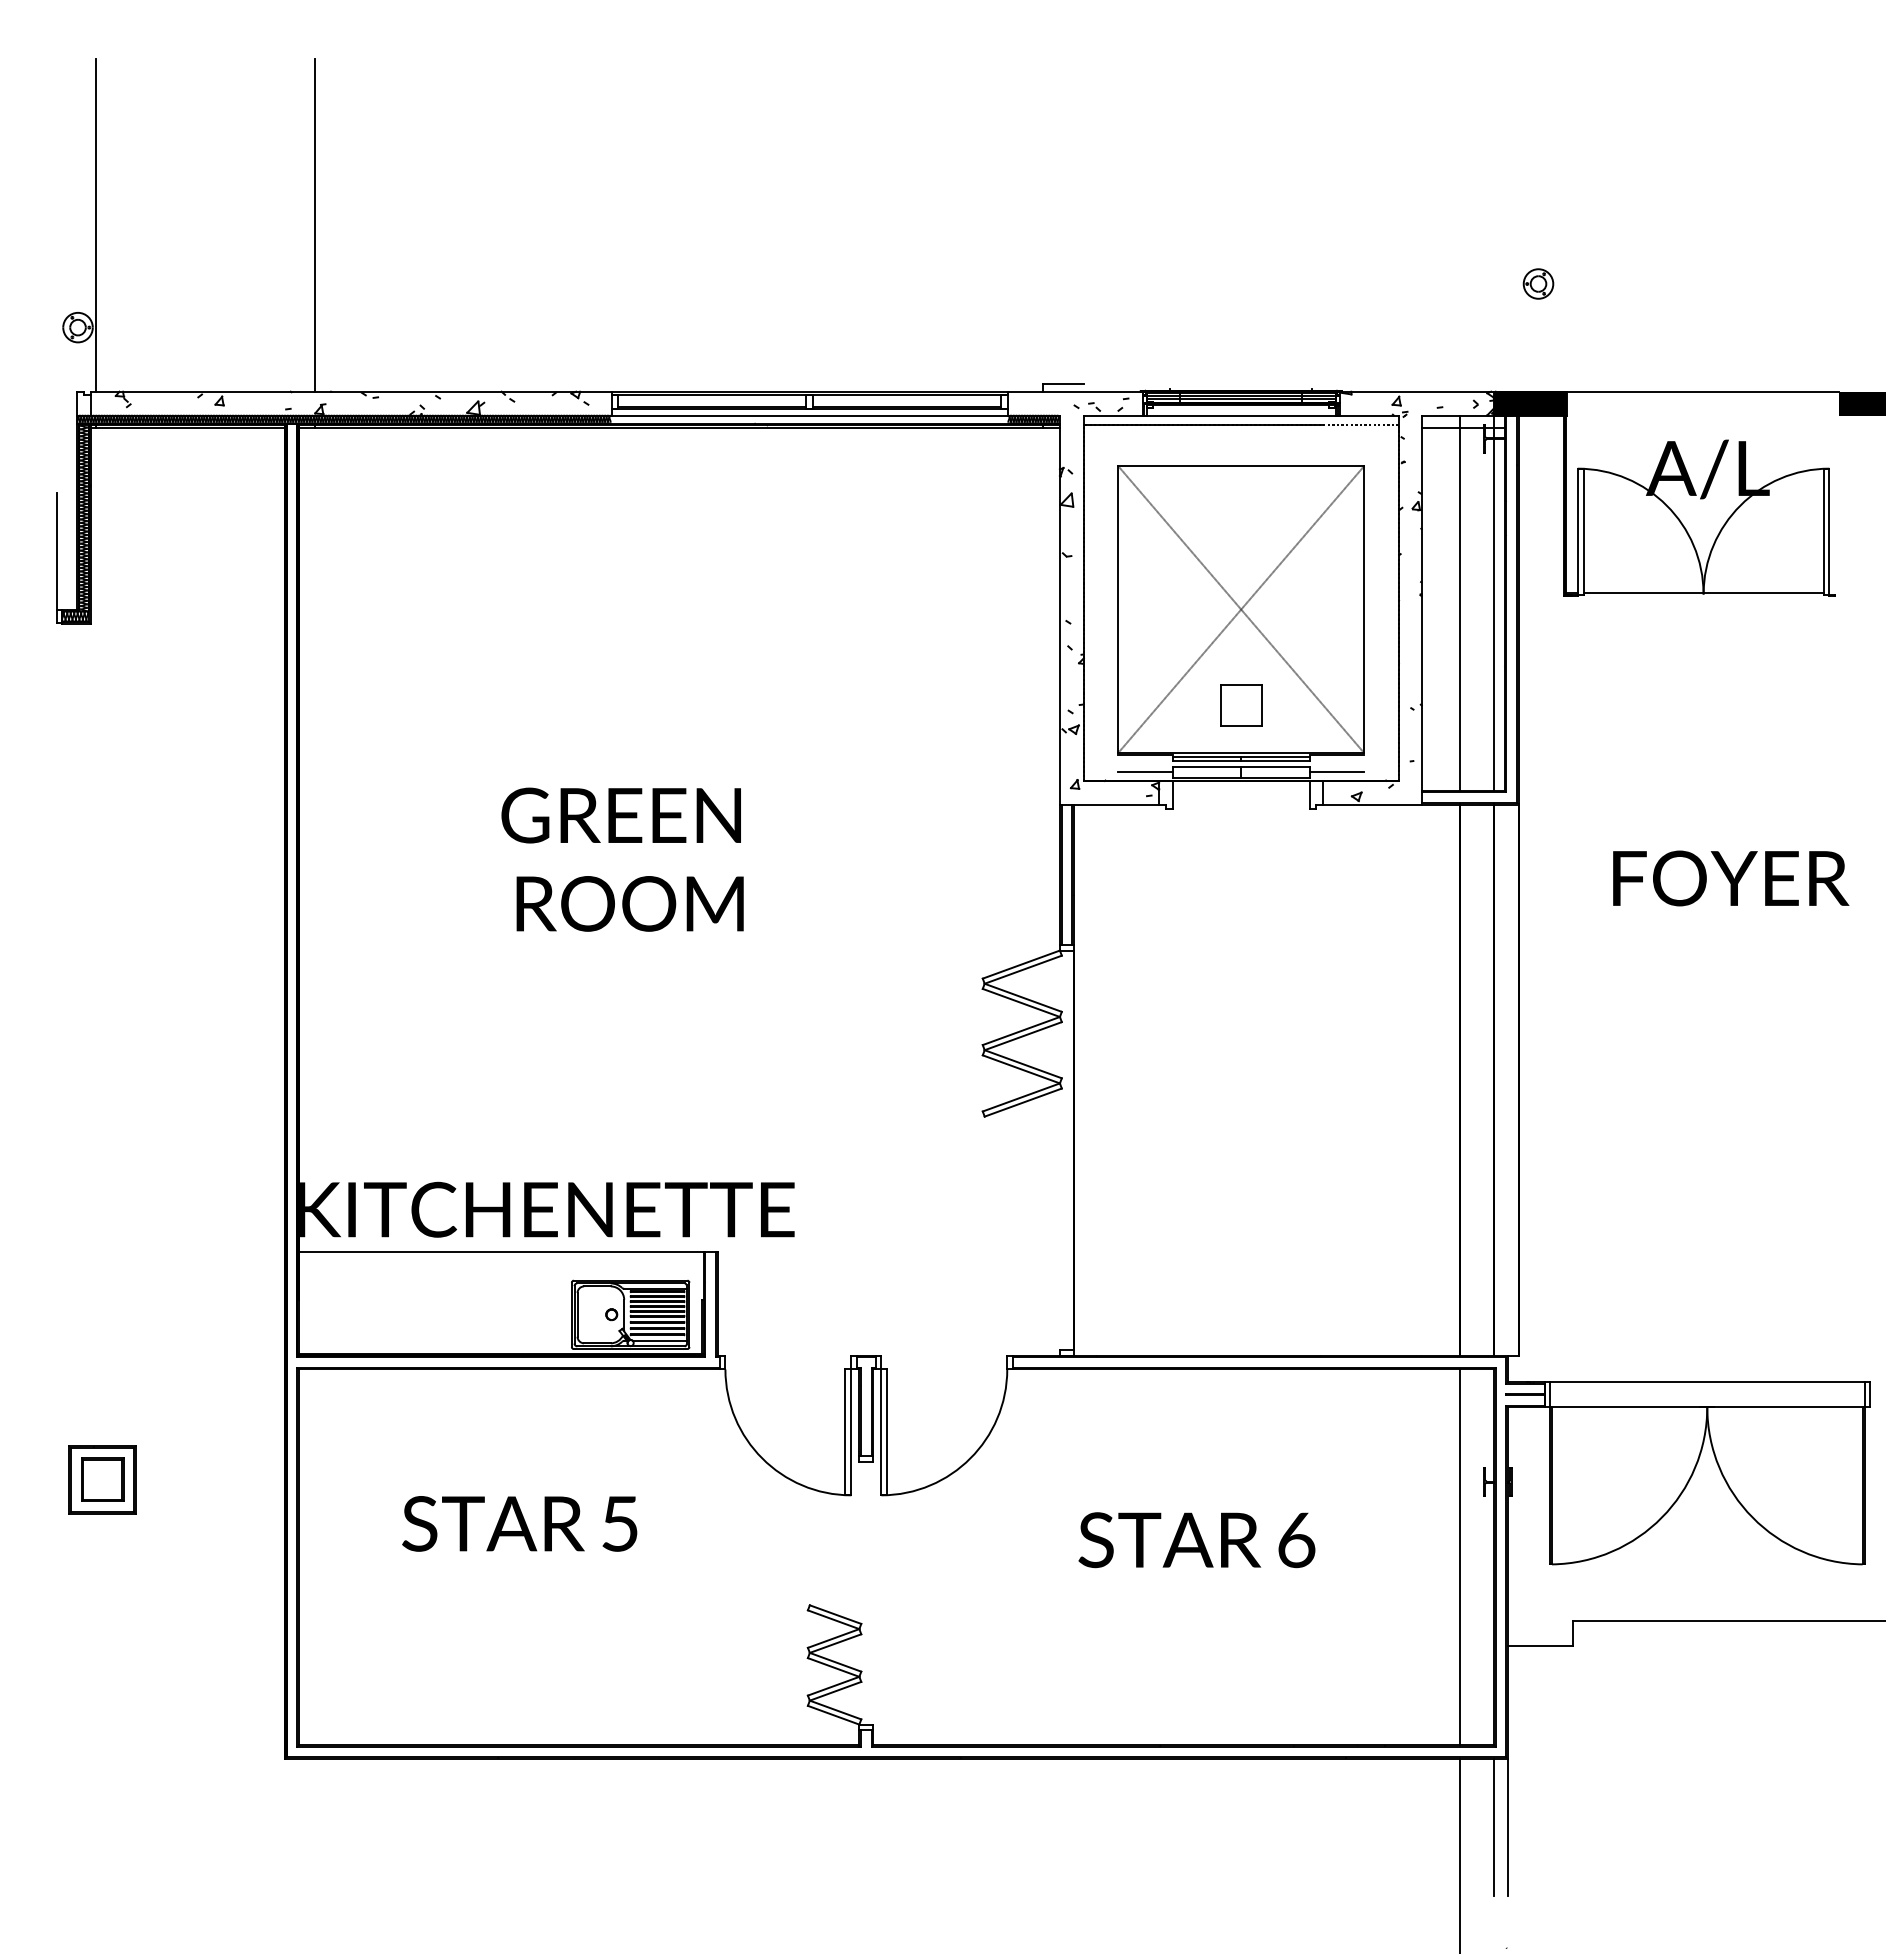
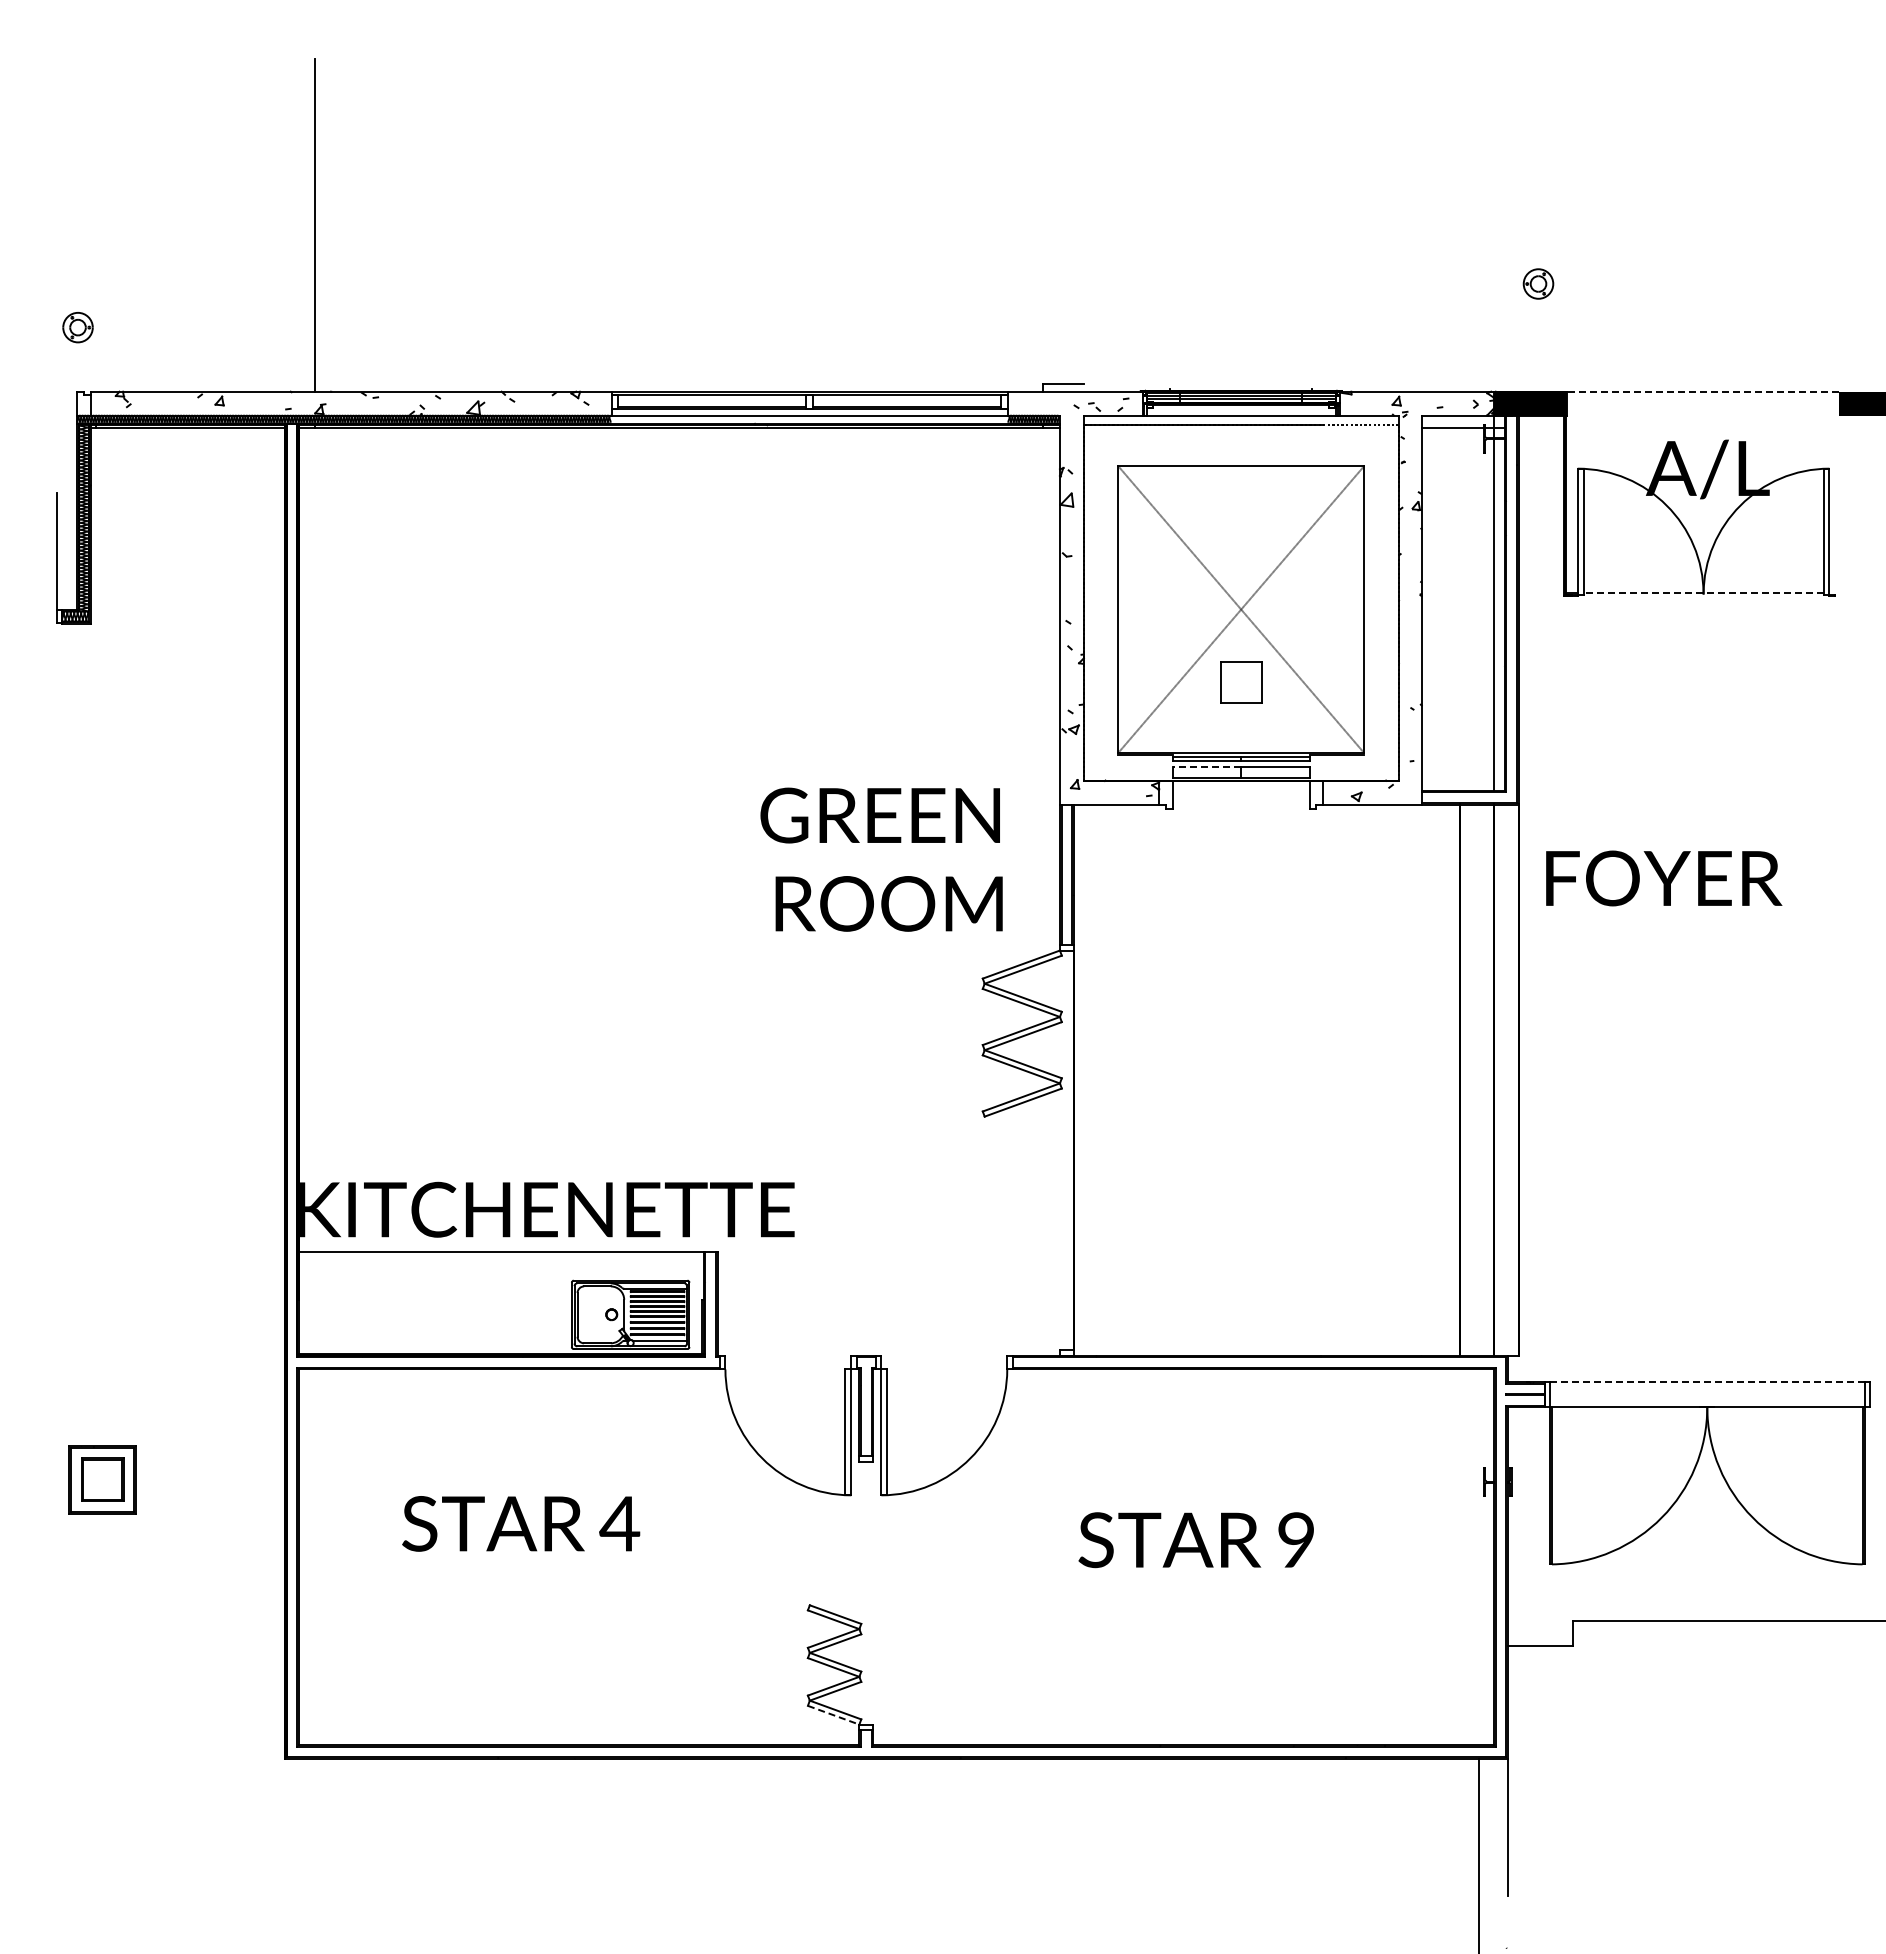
line at (96, 224): present -> none
line at (1702, 391): solid -> dashed
line at (1703, 593): solid -> dashed
line at (1459, 602): present -> none
part at (1241, 705) position: (1241, 705) -> (1241, 682)
line at (1206, 766): solid -> dashed
line at (1145, 772): present -> none
line at (1336, 772): present -> none
text at (622, 859) position: (622, 859) -> (881, 859)
text at (1731, 878) position: (1731, 878) -> (1664, 878)
line at (1707, 1382): solid -> dashed
text at (619, 1523): 5 -> 4
text at (1296, 1540): 6 -> 9
line at (1459, 1557): present -> none
line at (834, 1715): solid -> dashed
line at (1494, 1827): present -> none
line at (1459, 1854) position: (1459, 1854) -> (1478, 1854)
